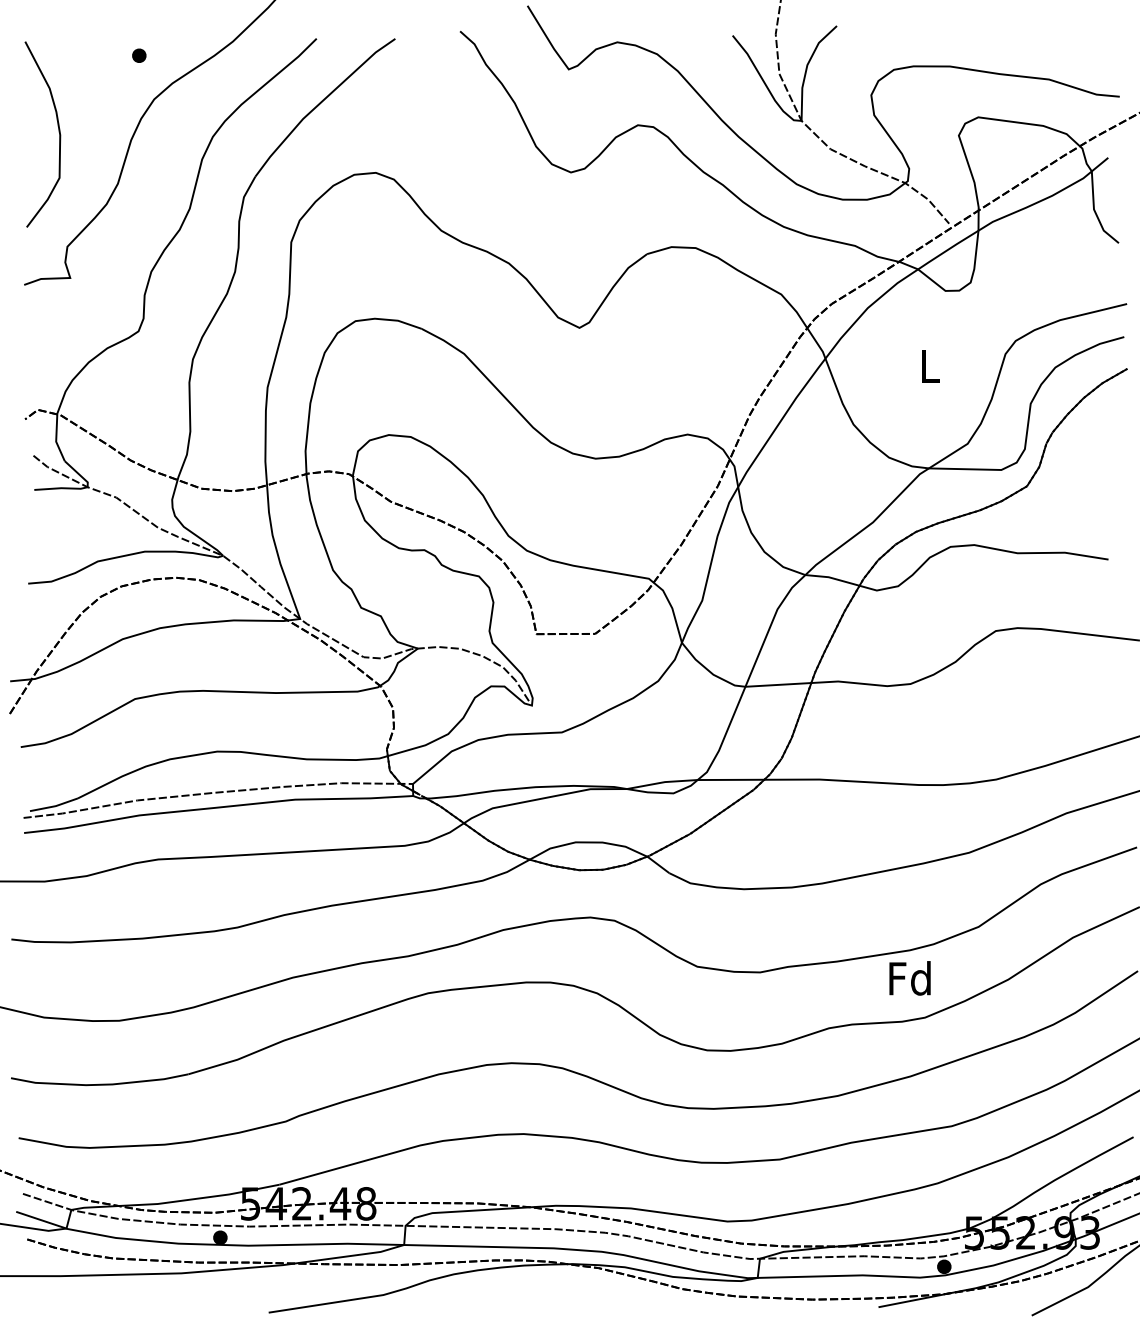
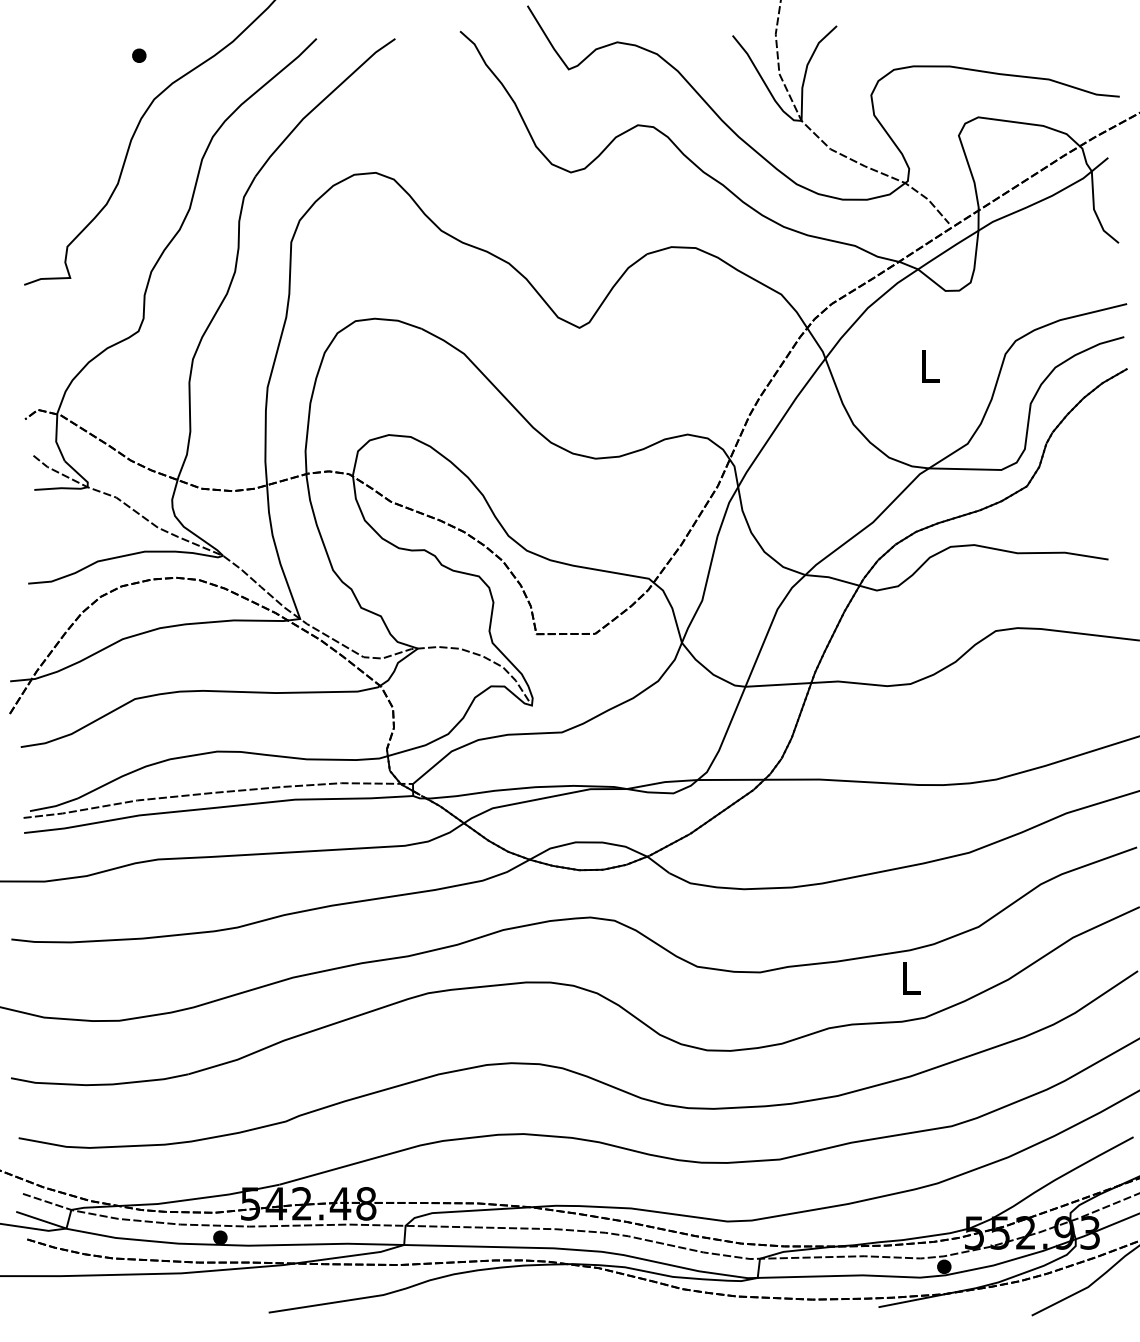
curve at (58, 132): present -> none
text at (909, 978): Fd -> L
